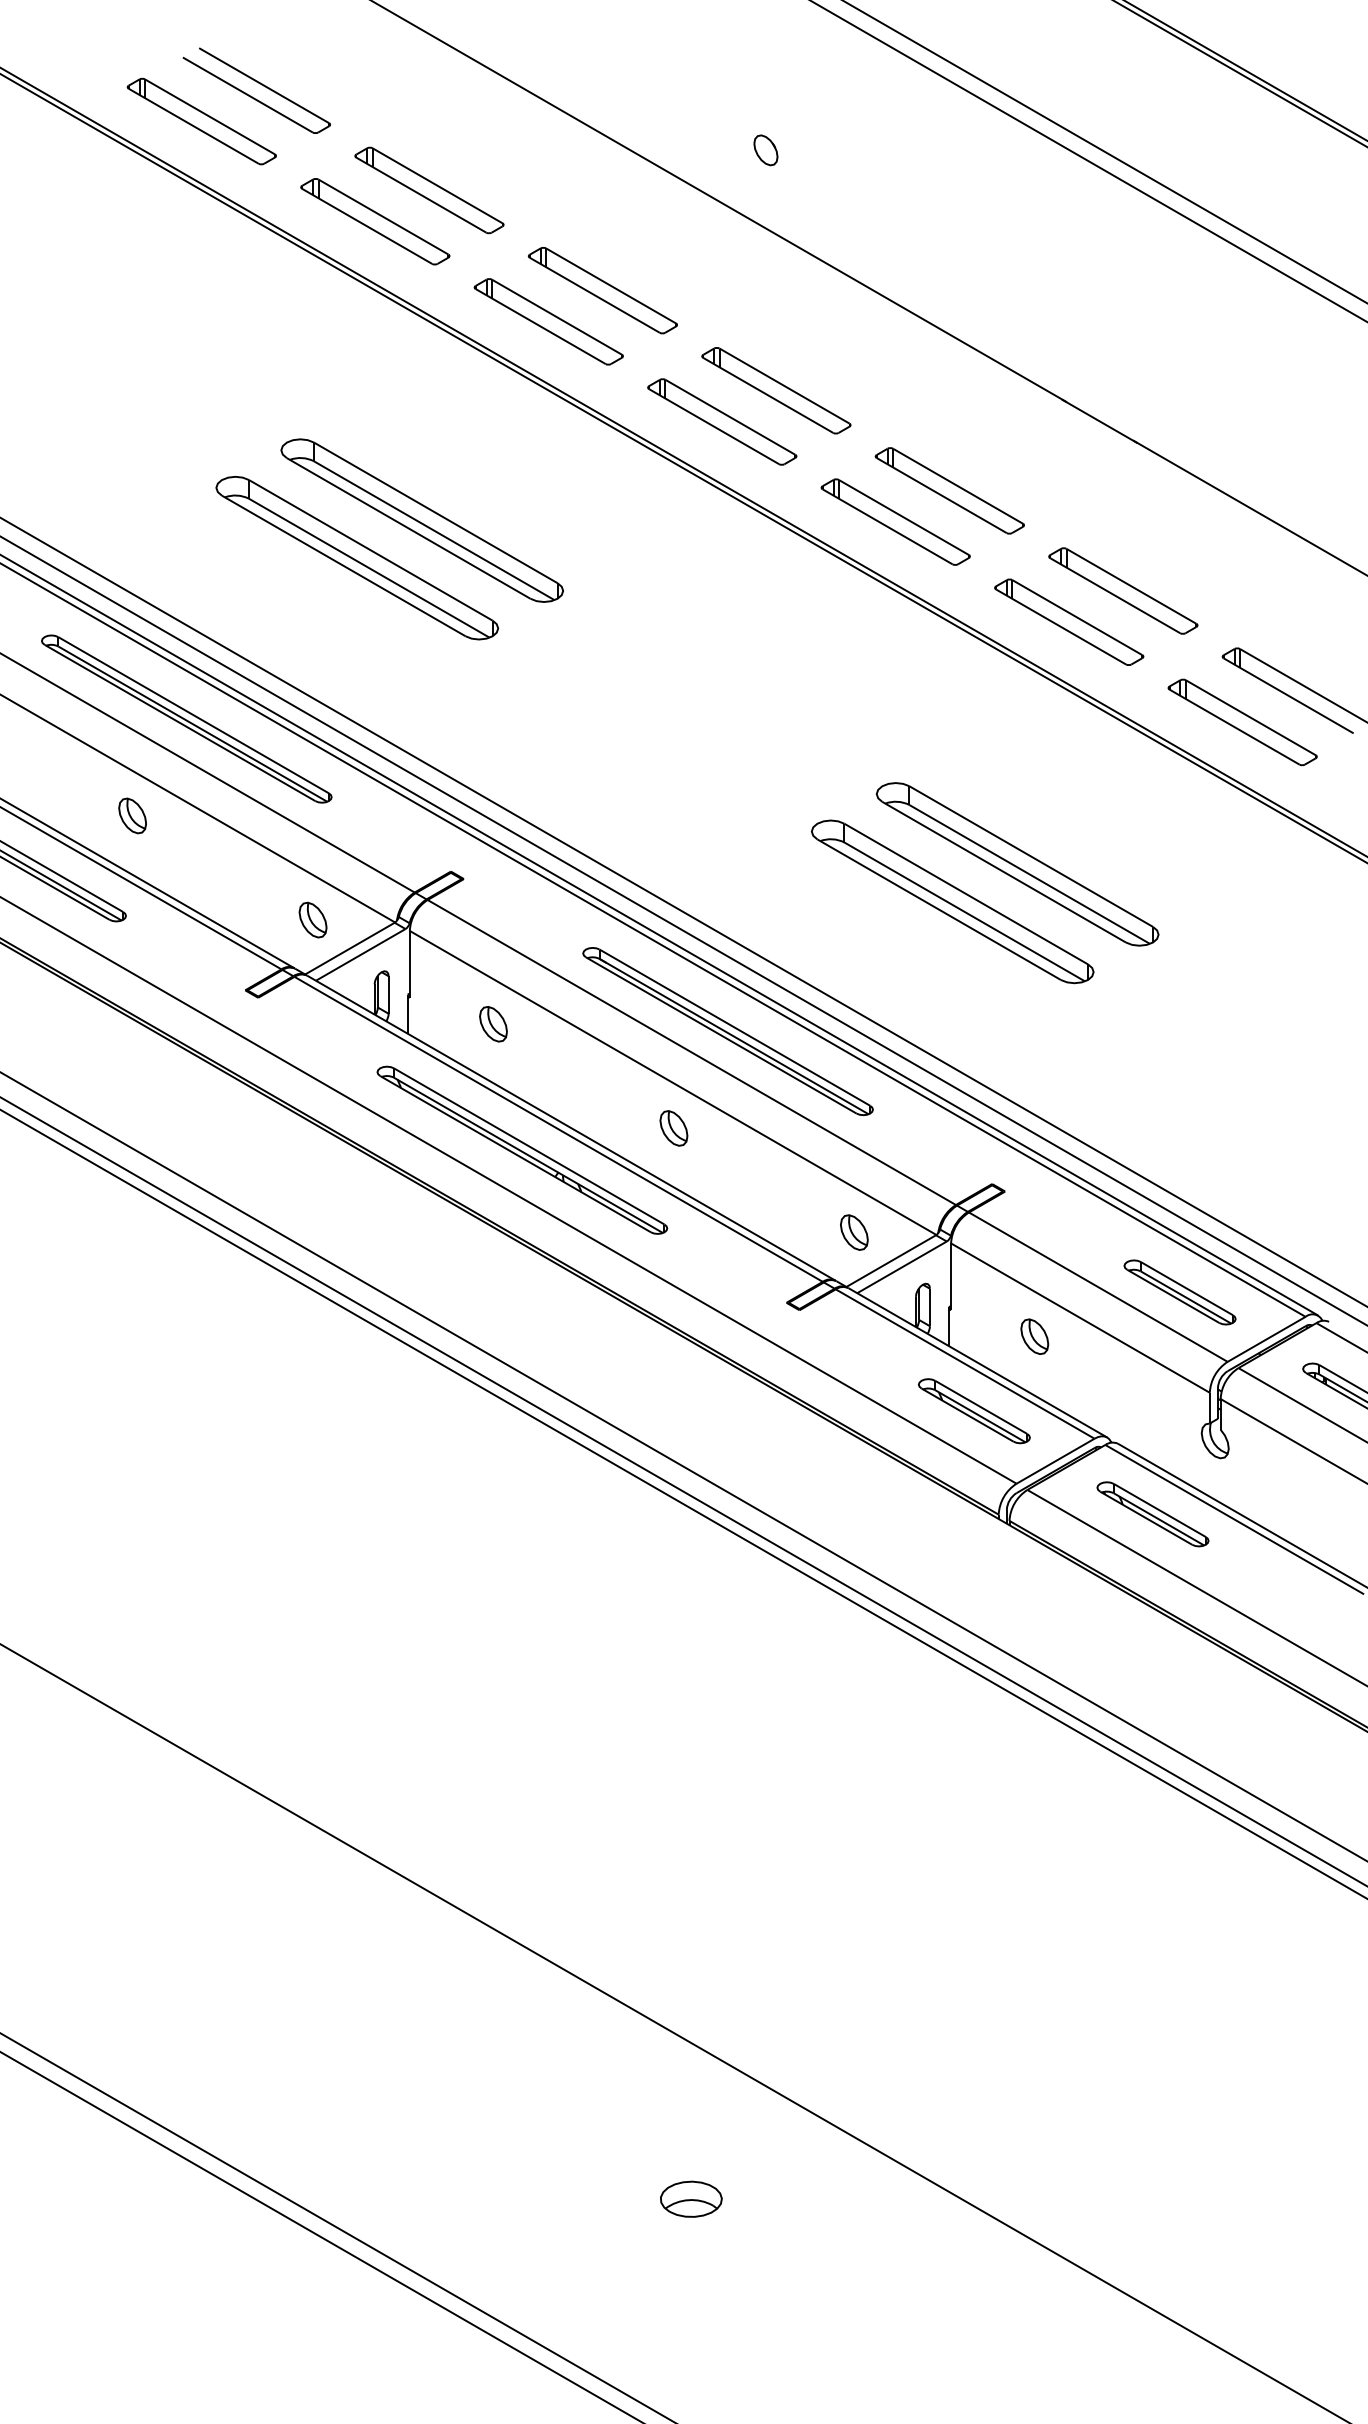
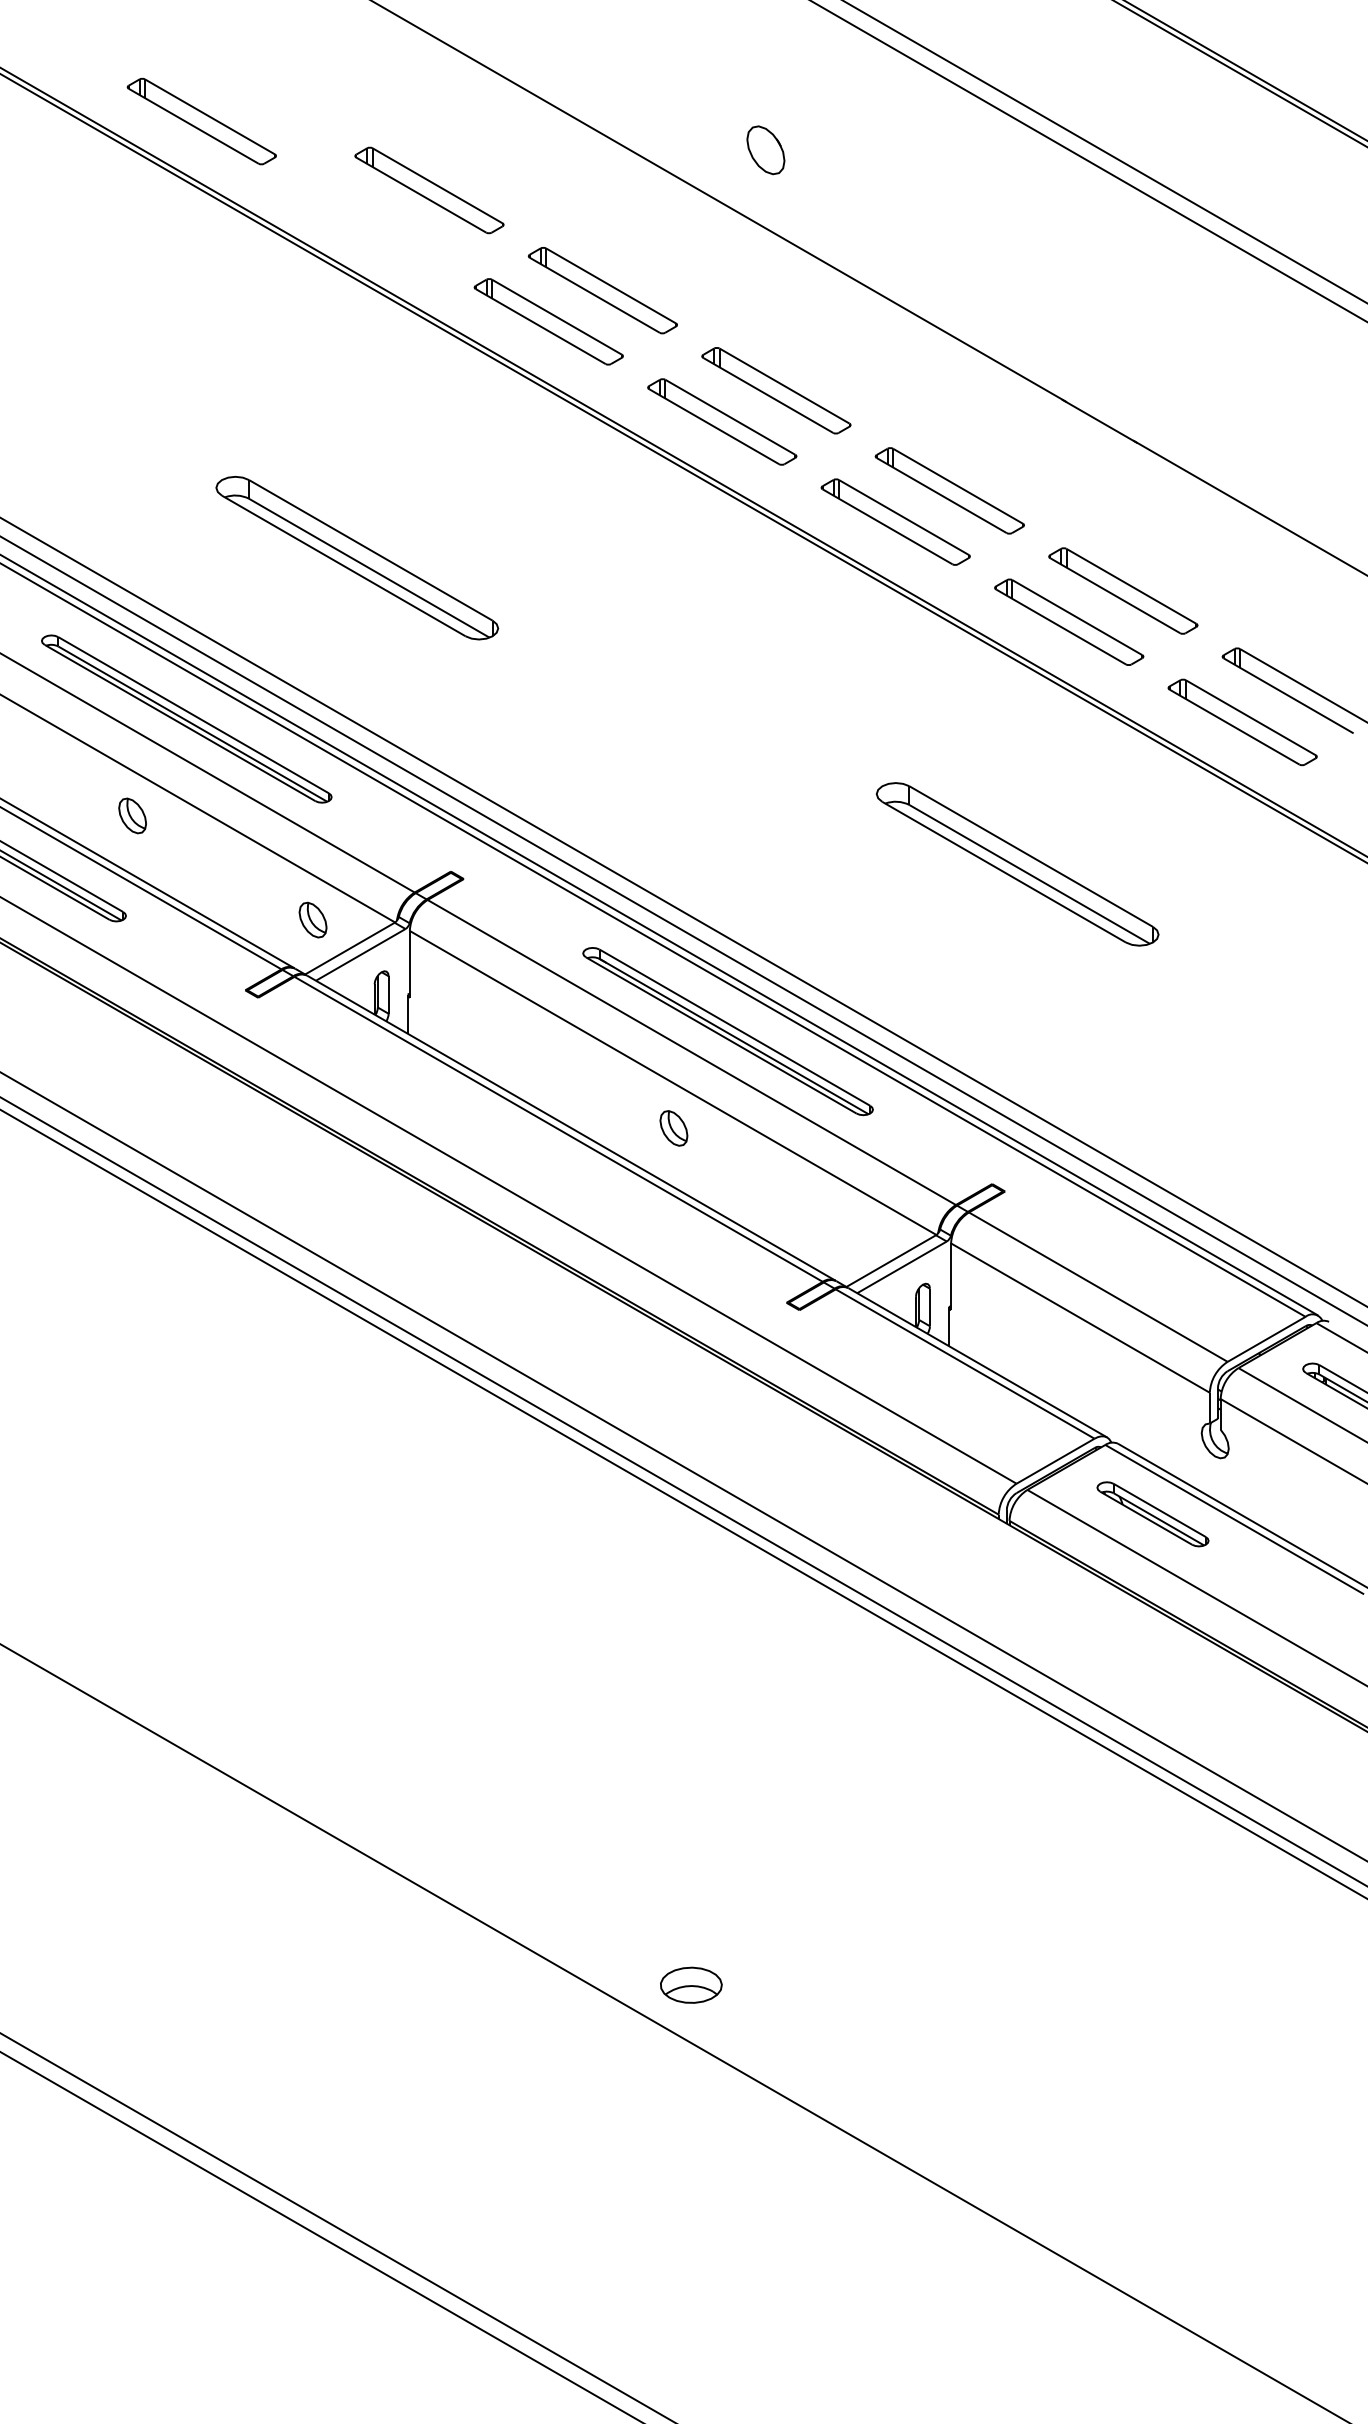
part at (259, 84): present -> none
part at (765, 150) size: 26x33 px -> 40x51 px
part at (375, 221): present -> none
part at (421, 520): present -> none
part at (952, 901): present -> none
part at (493, 1024): present -> none
part at (522, 1149): present -> none
part at (854, 1232): present -> none
part at (1179, 1292): present -> none
part at (1034, 1336): present -> none
part at (974, 1411): present -> none
part at (691, 2198) position: (691, 2198) -> (691, 1984)
